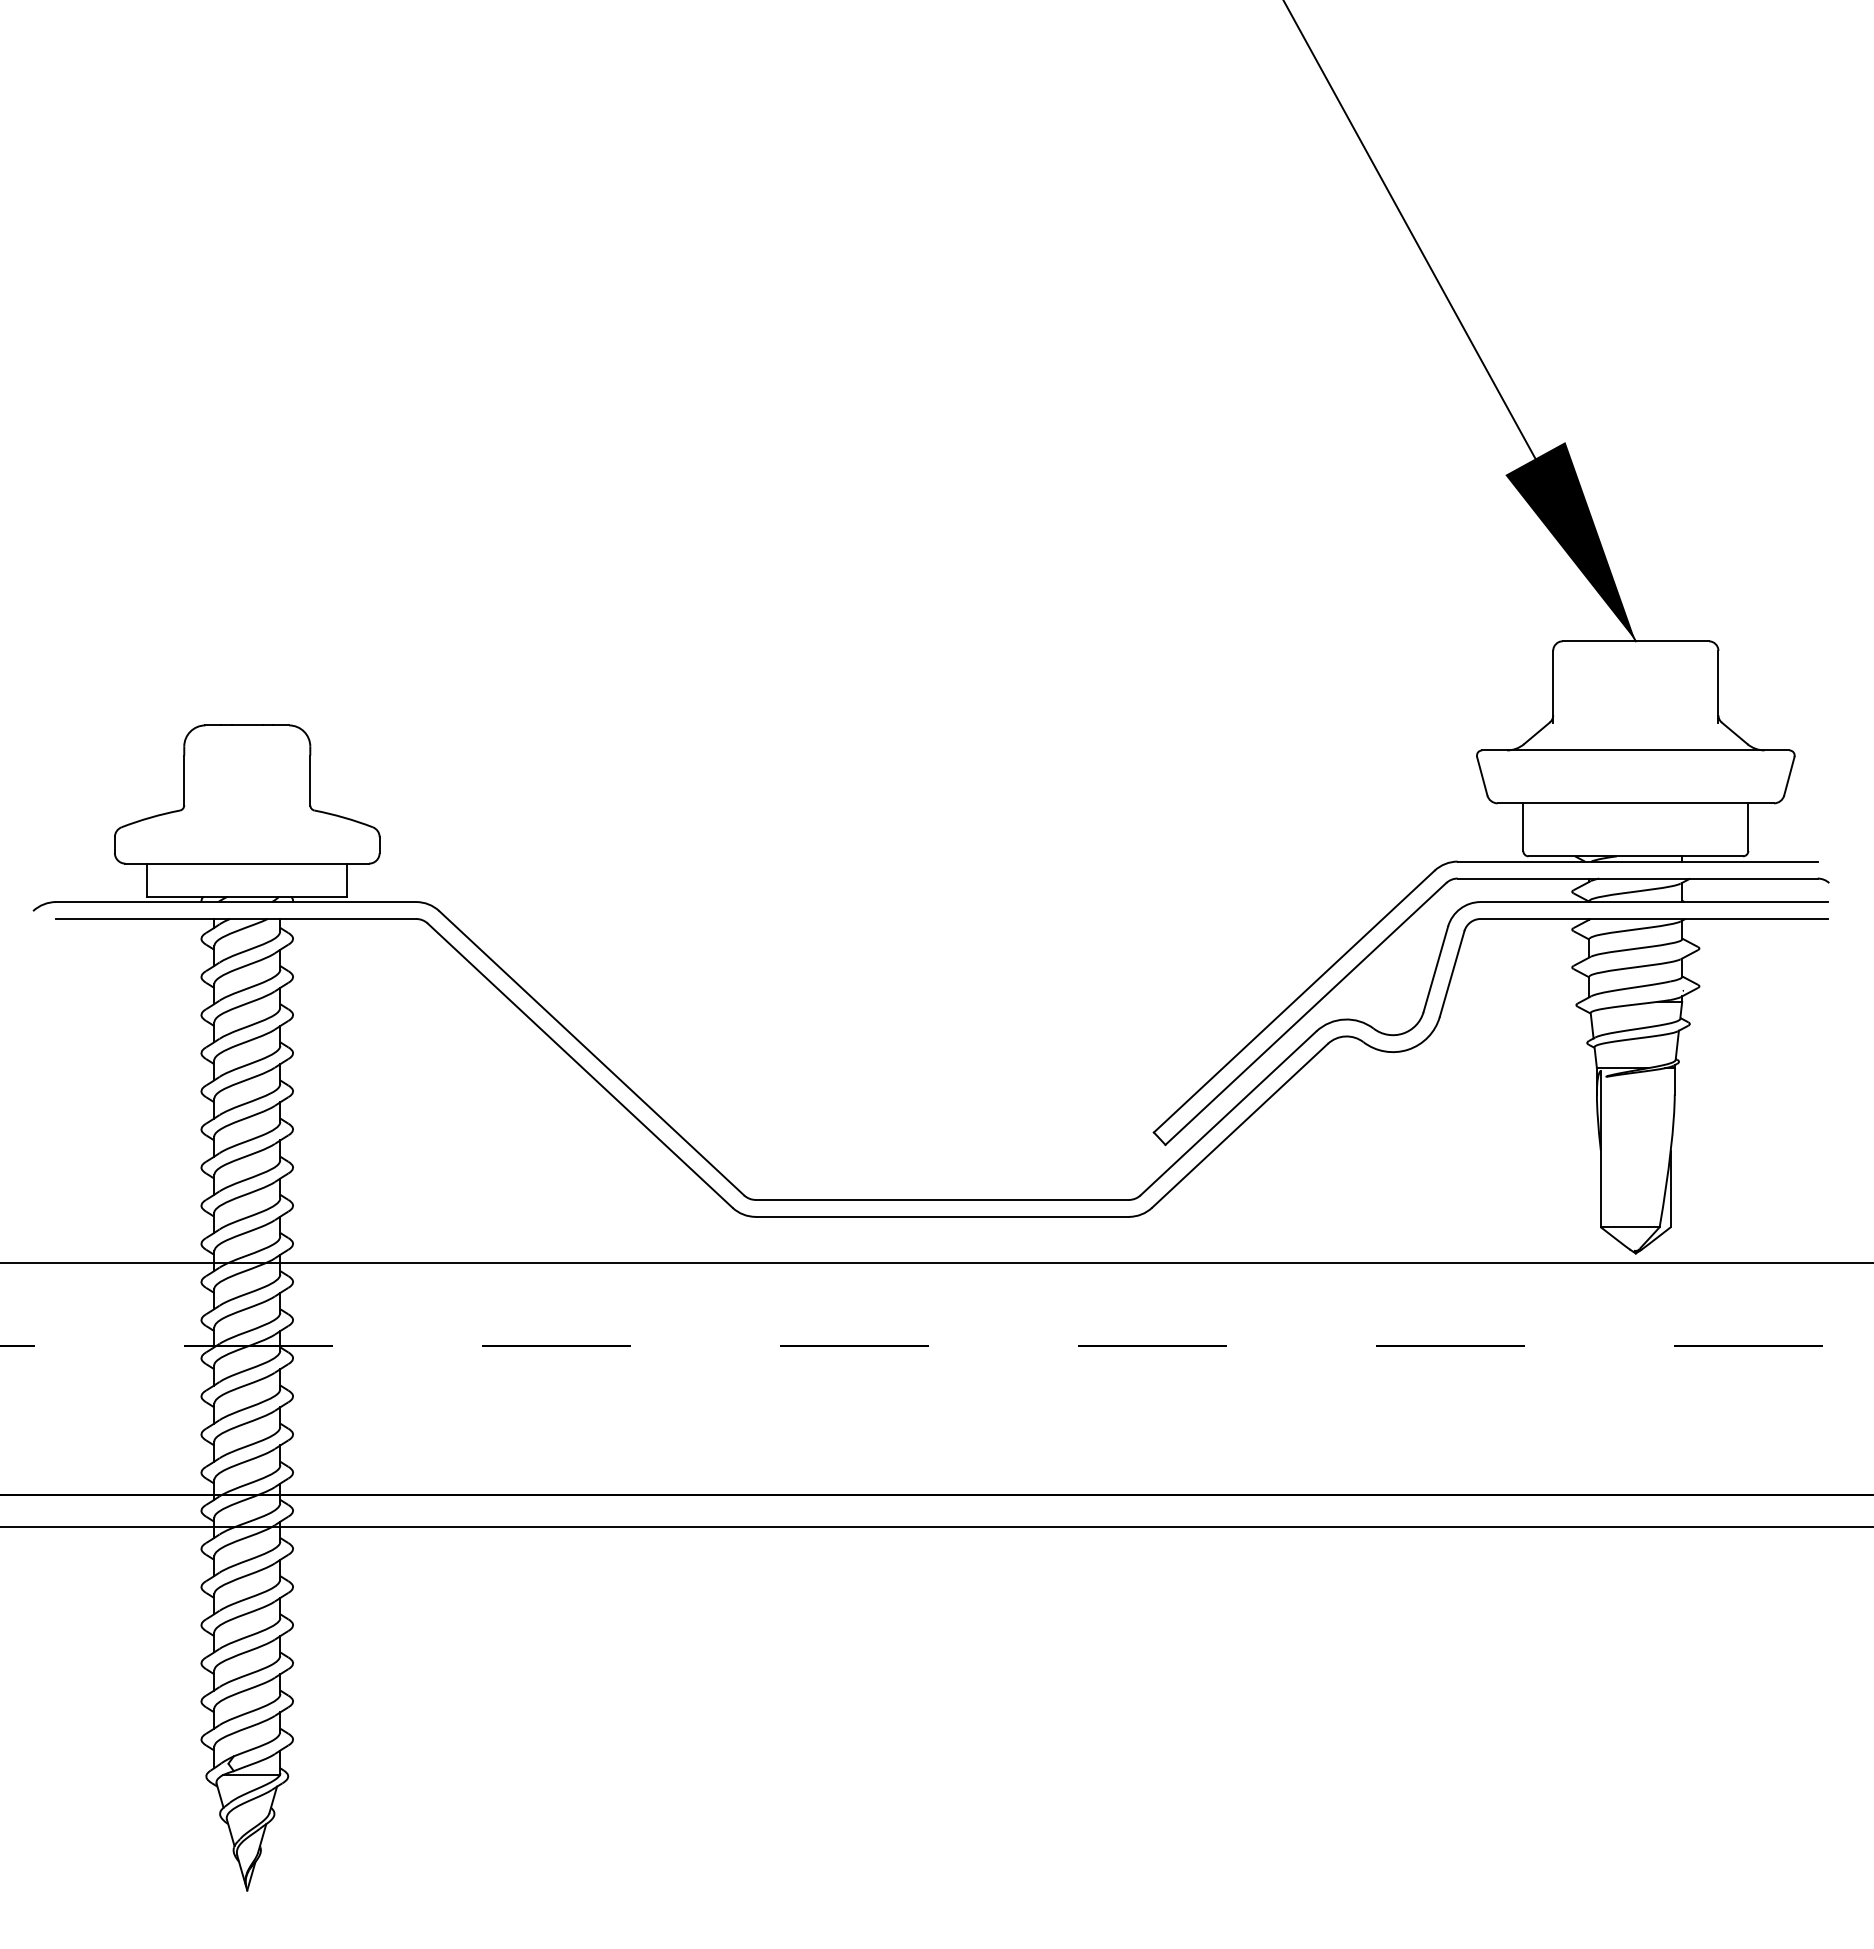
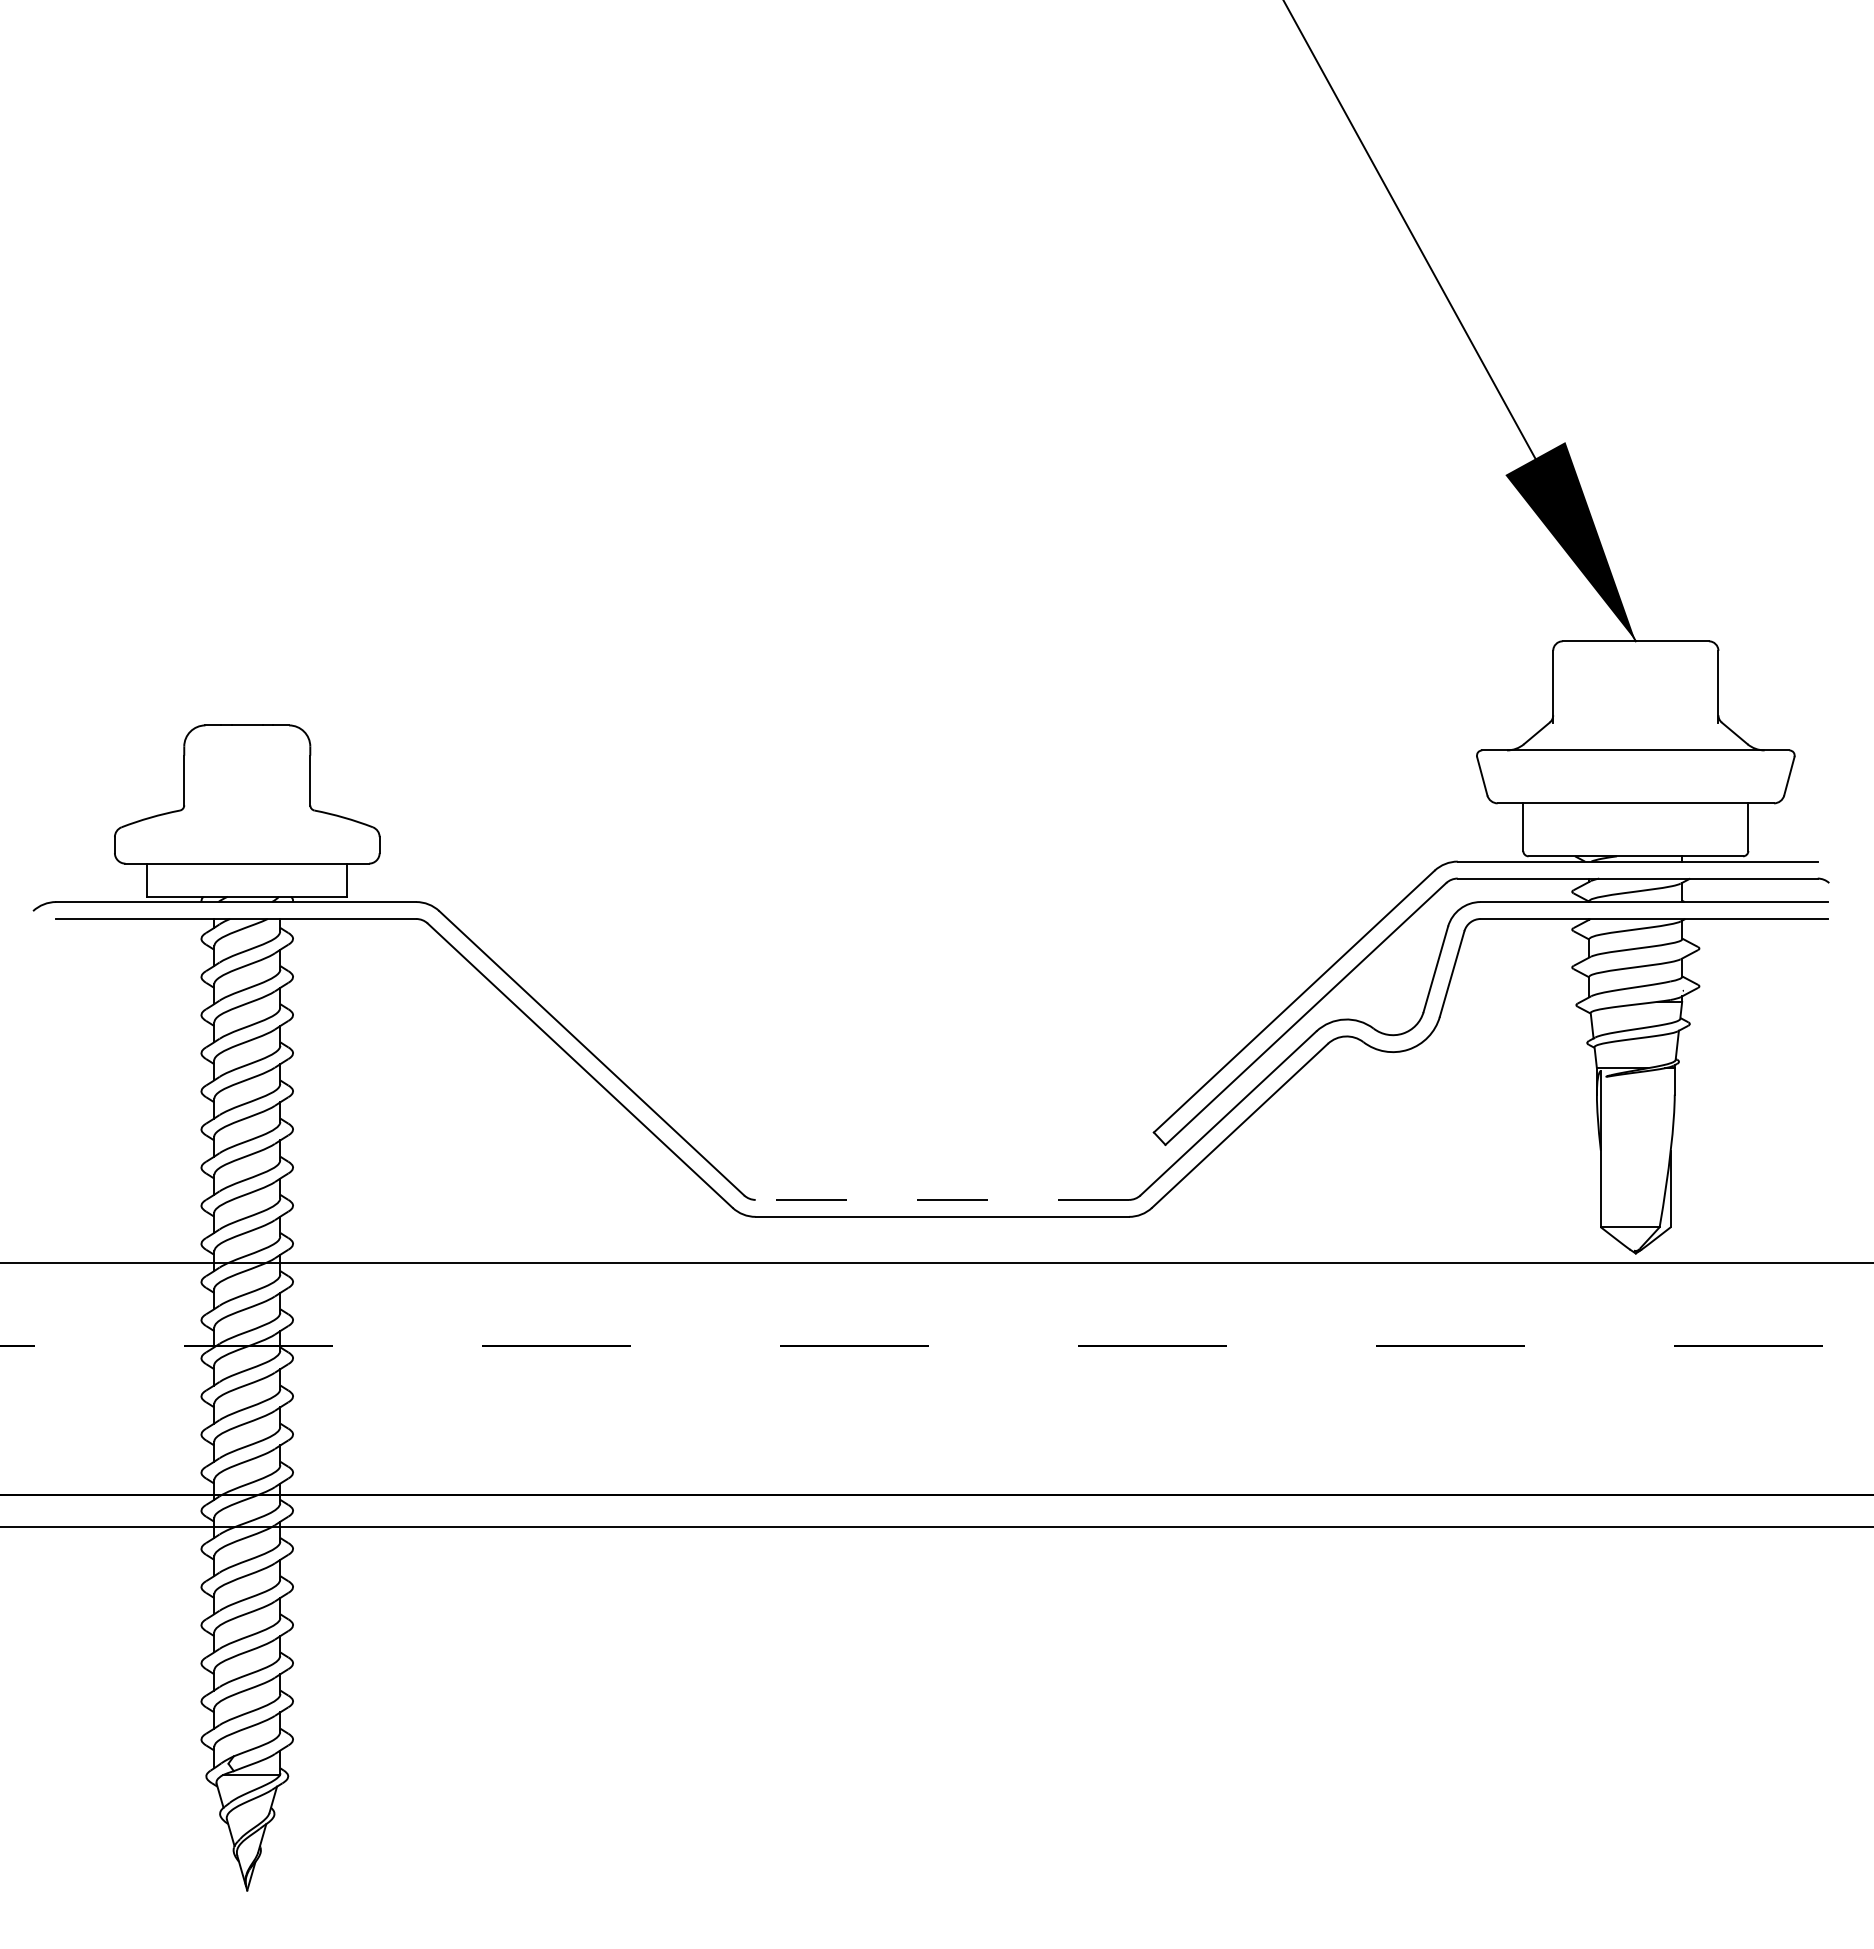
line at (942, 1199): solid -> dashed
